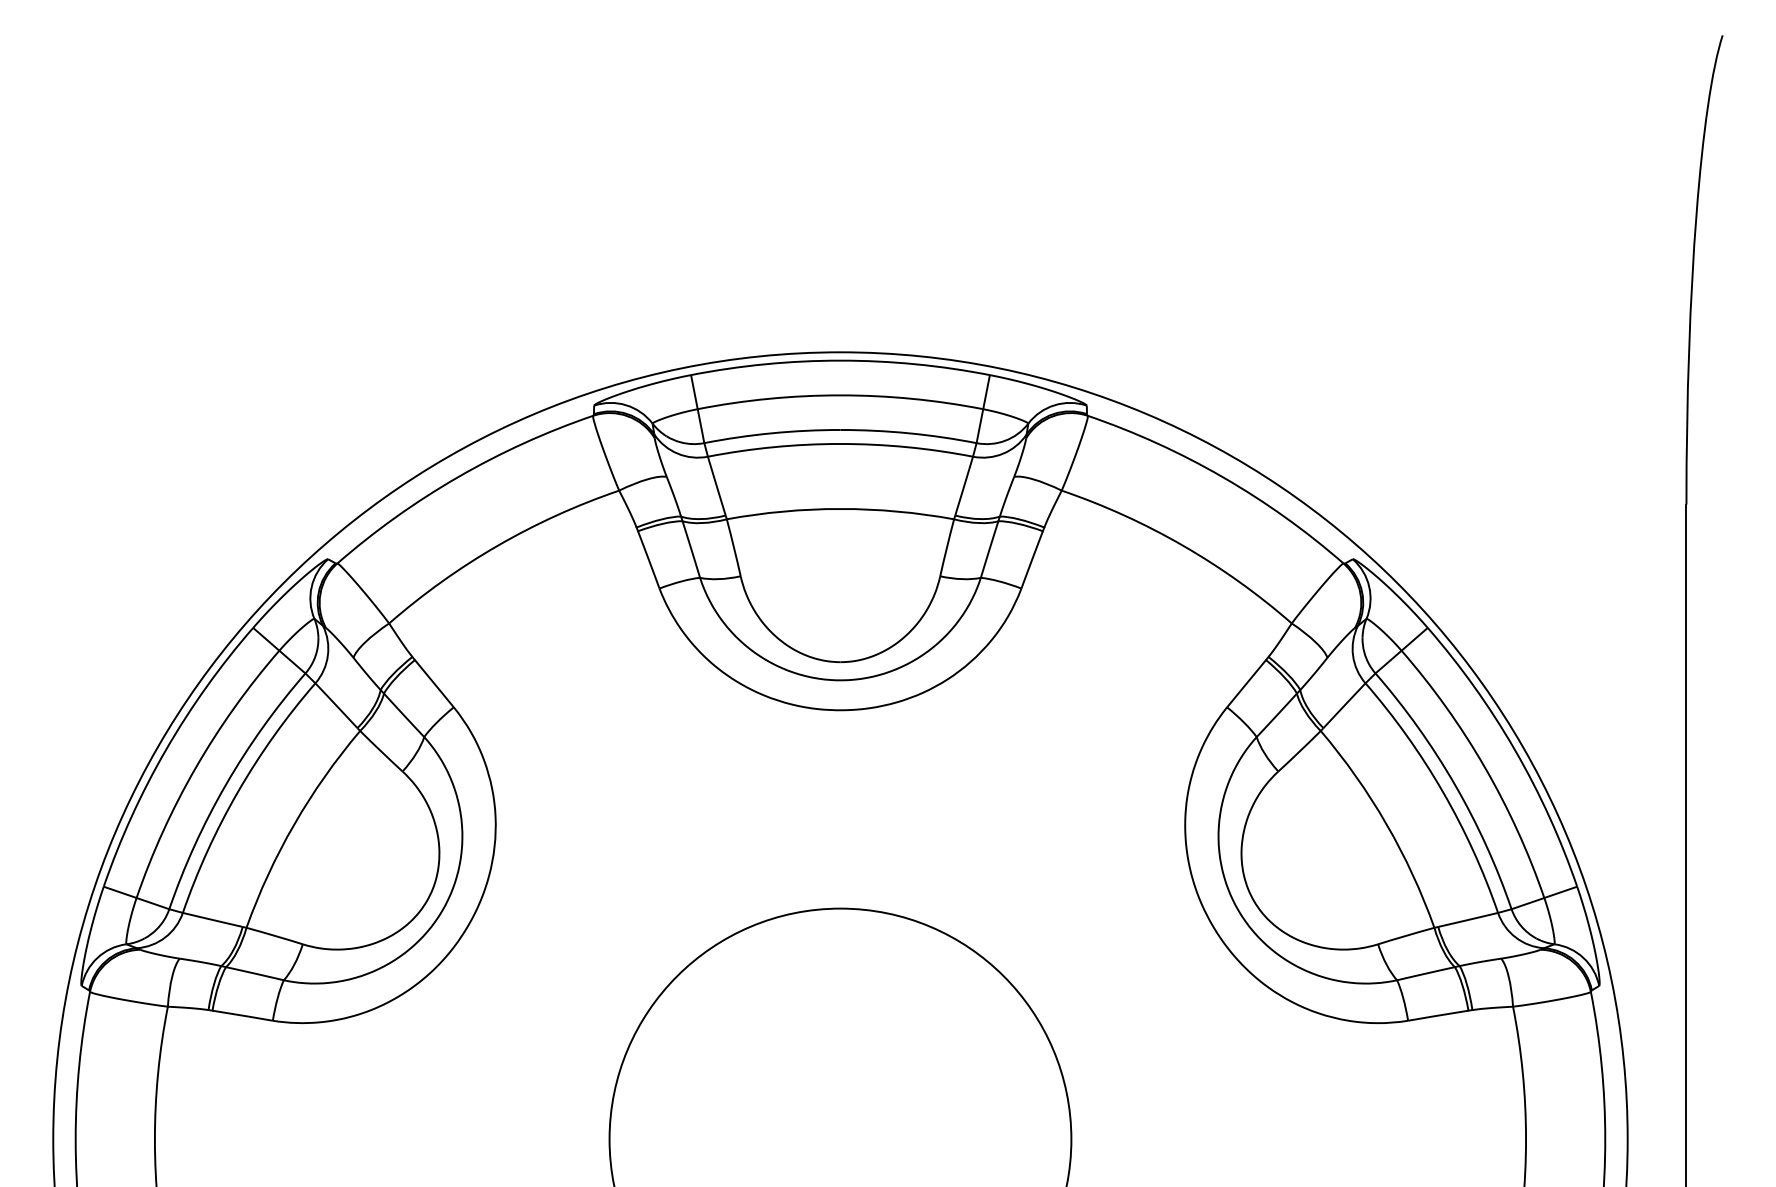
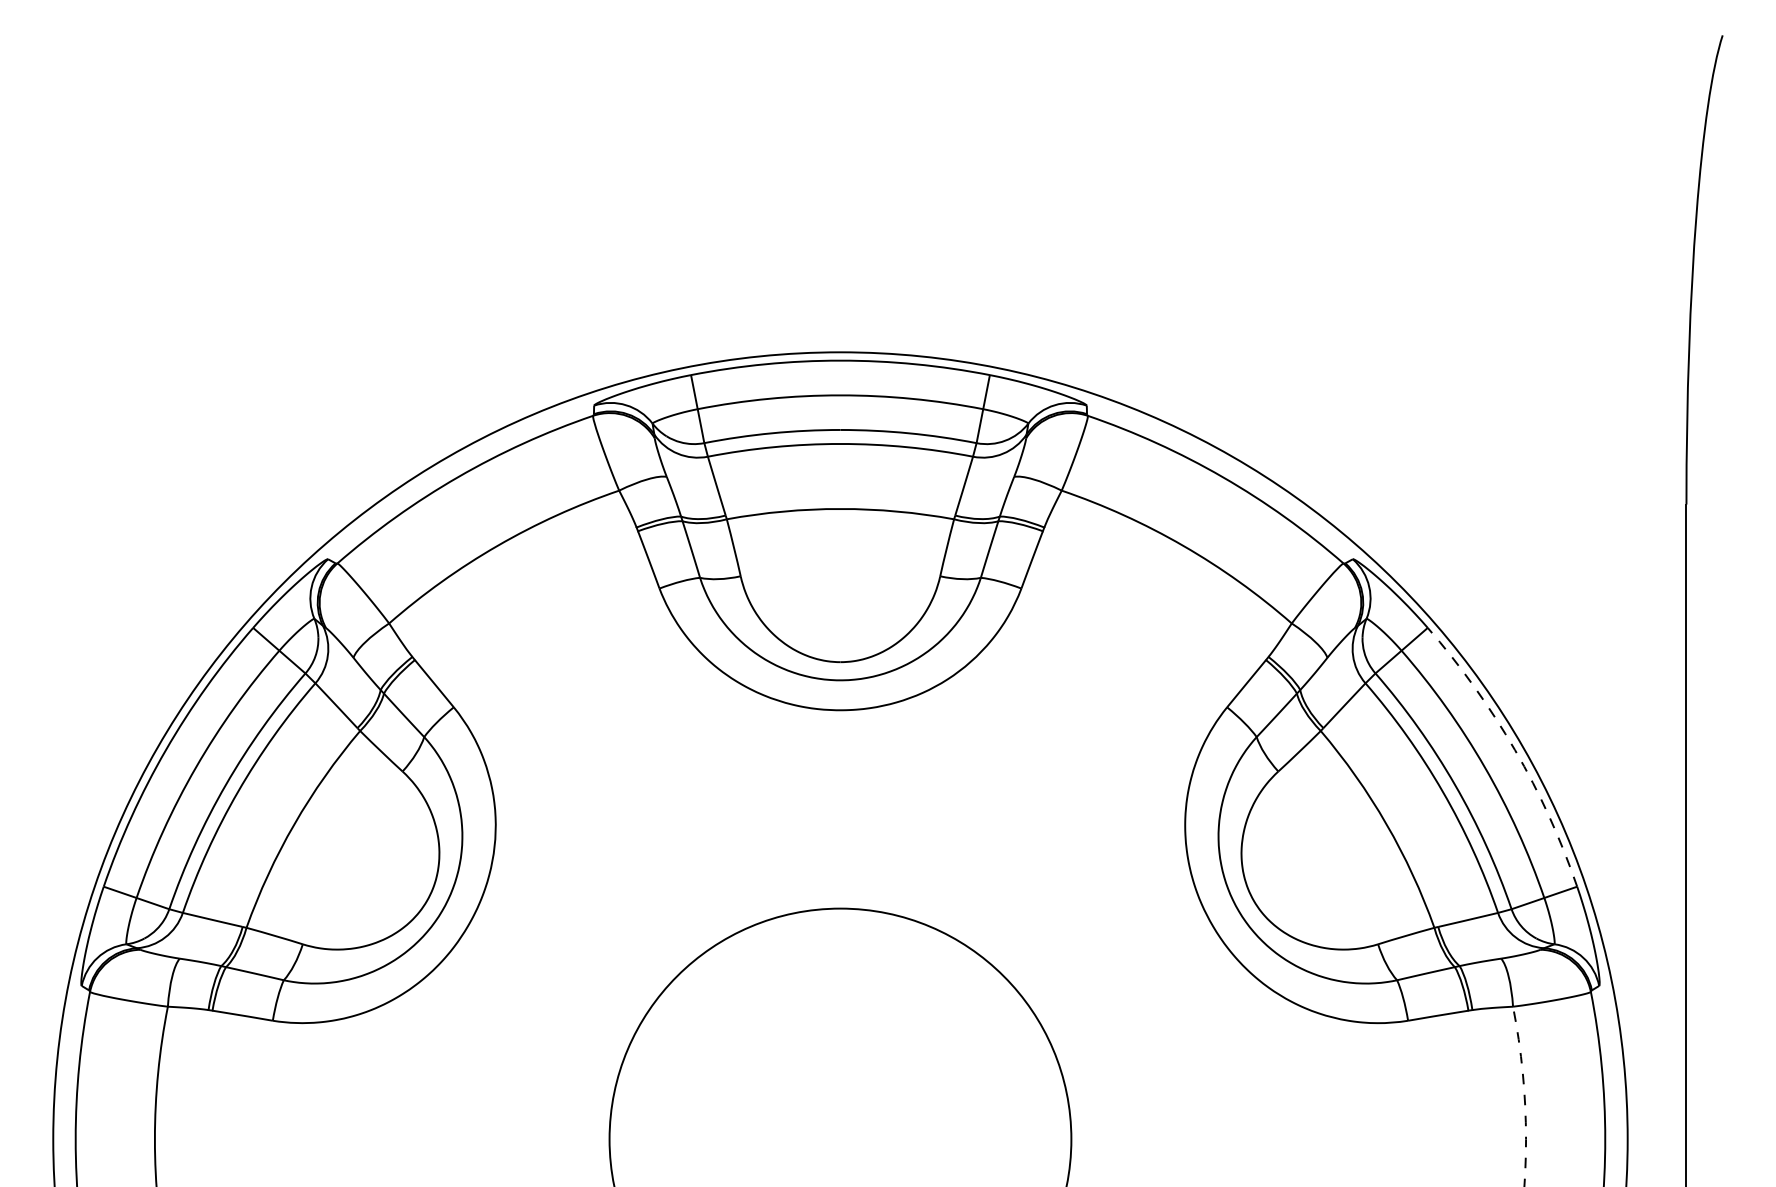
arc at (1515, 750): solid -> dashed
arc at (1524, 1096): solid -> dashed
